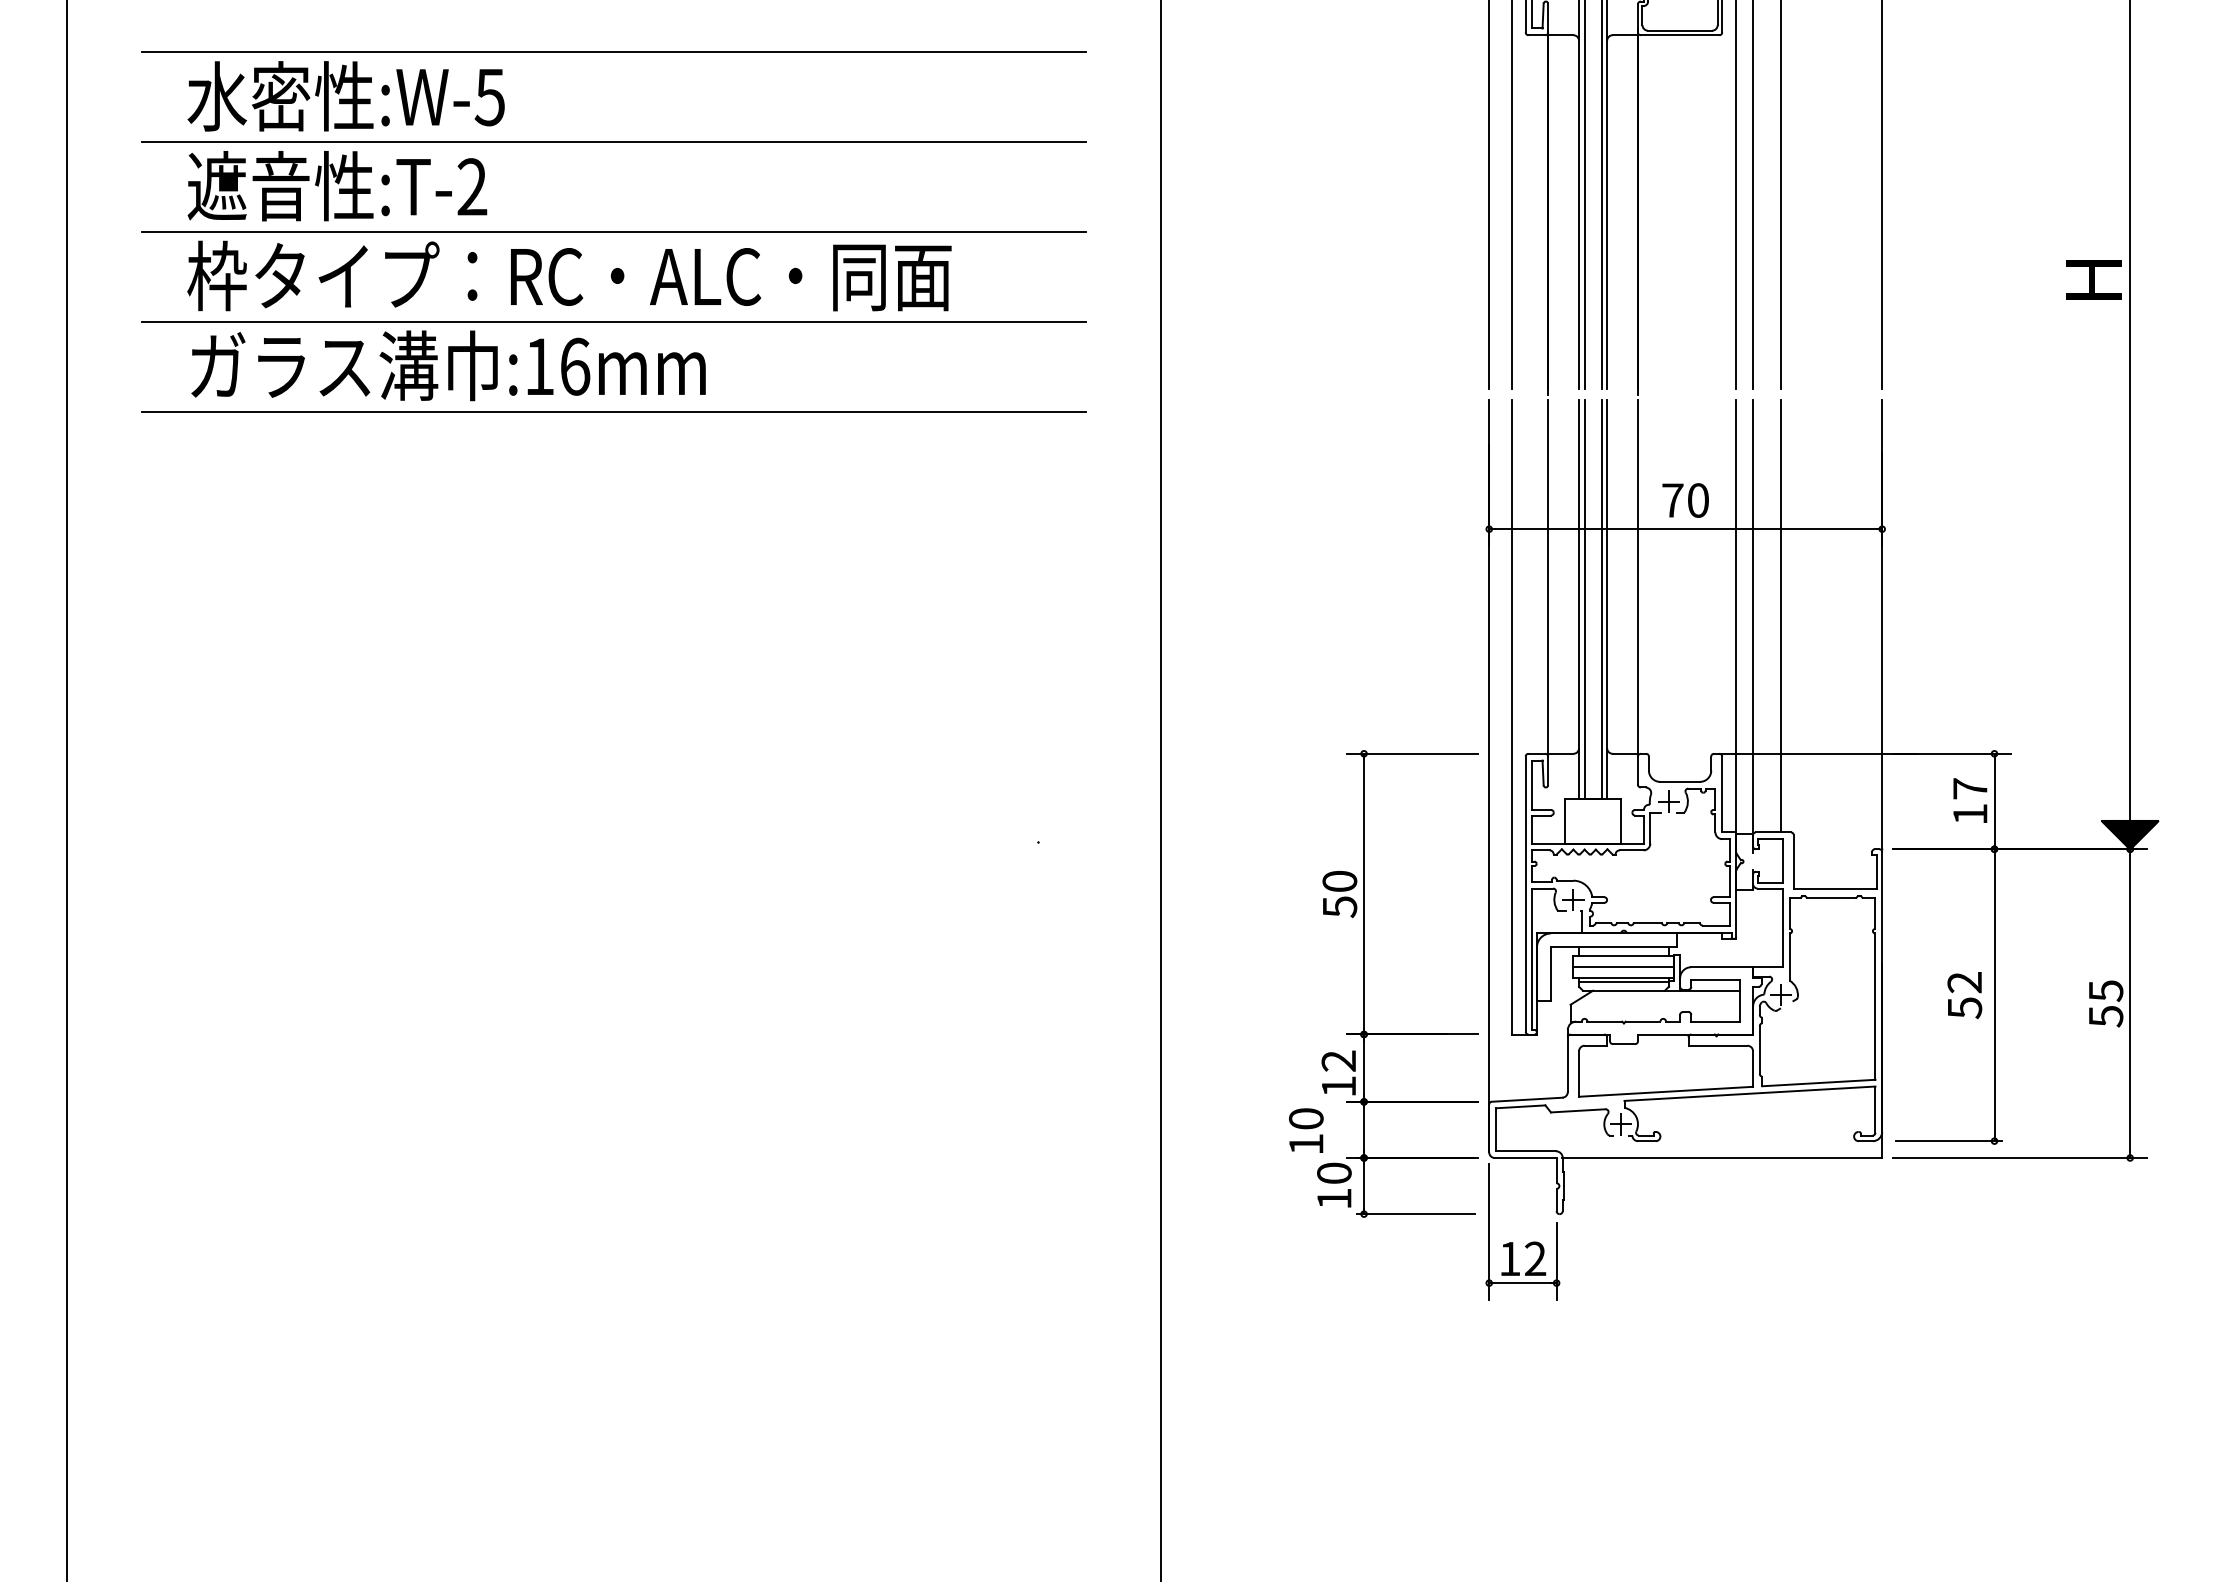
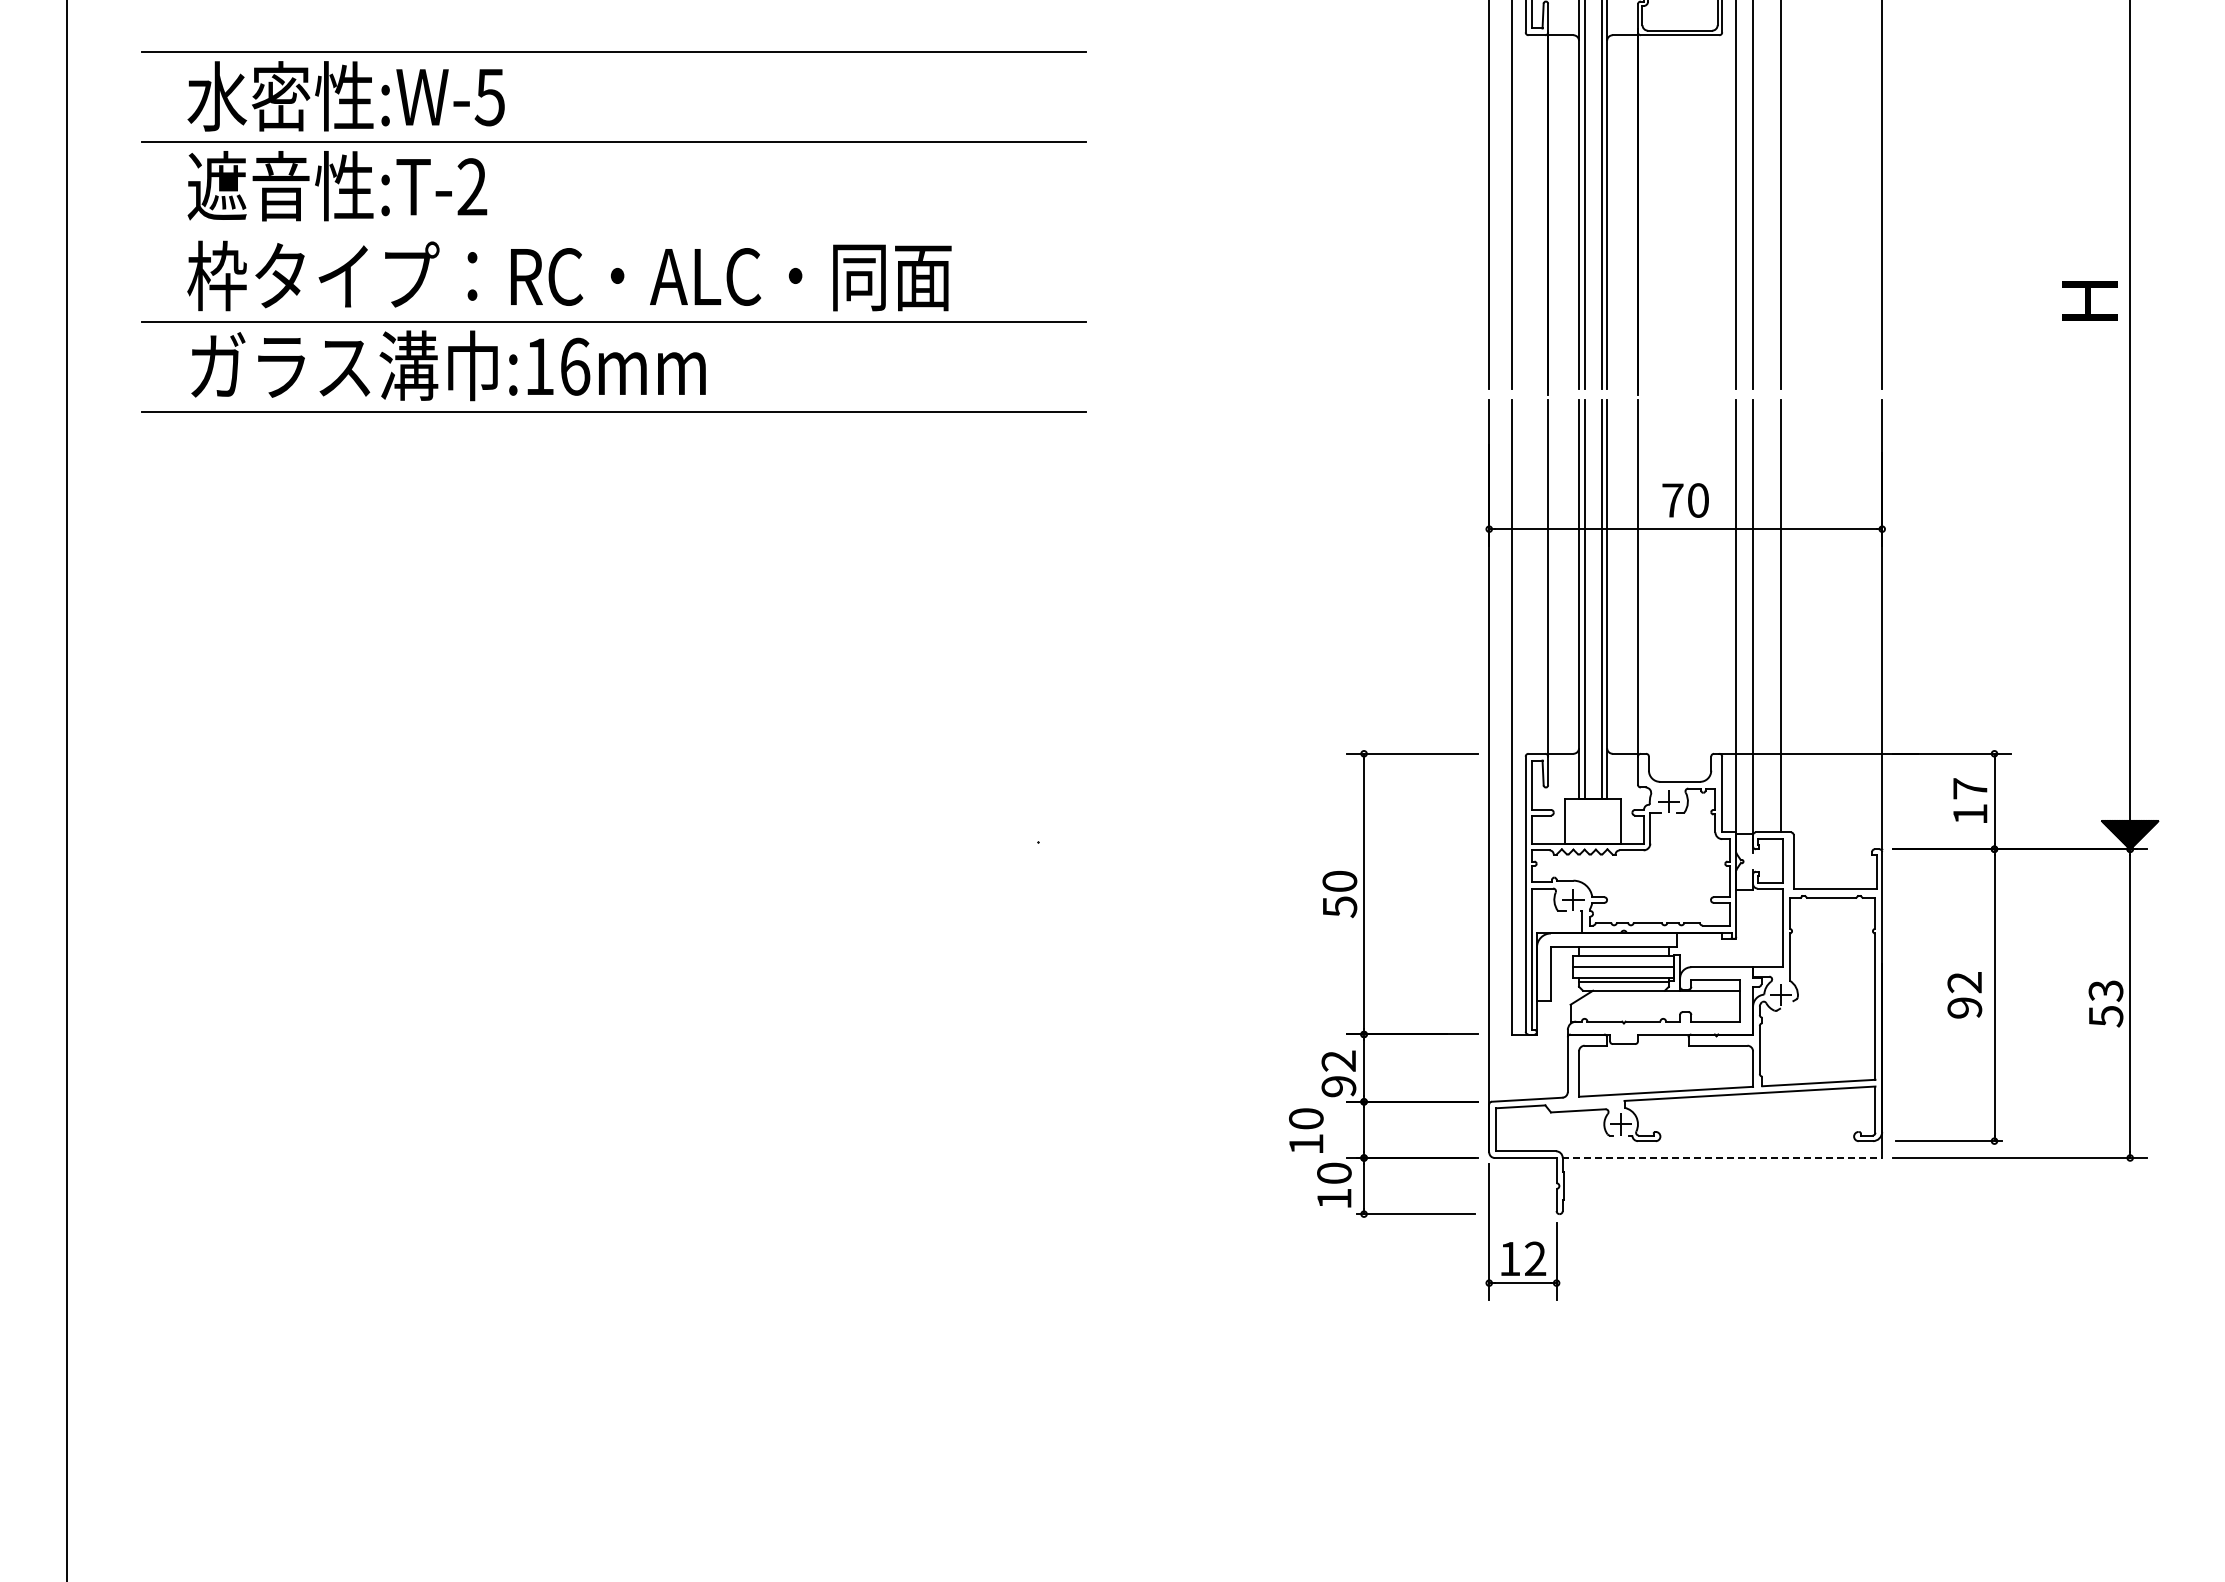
line at (614, 232): present -> none
text at (2093, 279) position: (2093, 279) -> (2089, 300)
line at (1161, 790): present -> none
text at (2105, 990): 55 -> 53
text at (1964, 1008): 52 -> 92
text at (1338, 1086): 12 -> 92
line at (1722, 1158): solid -> dashed
